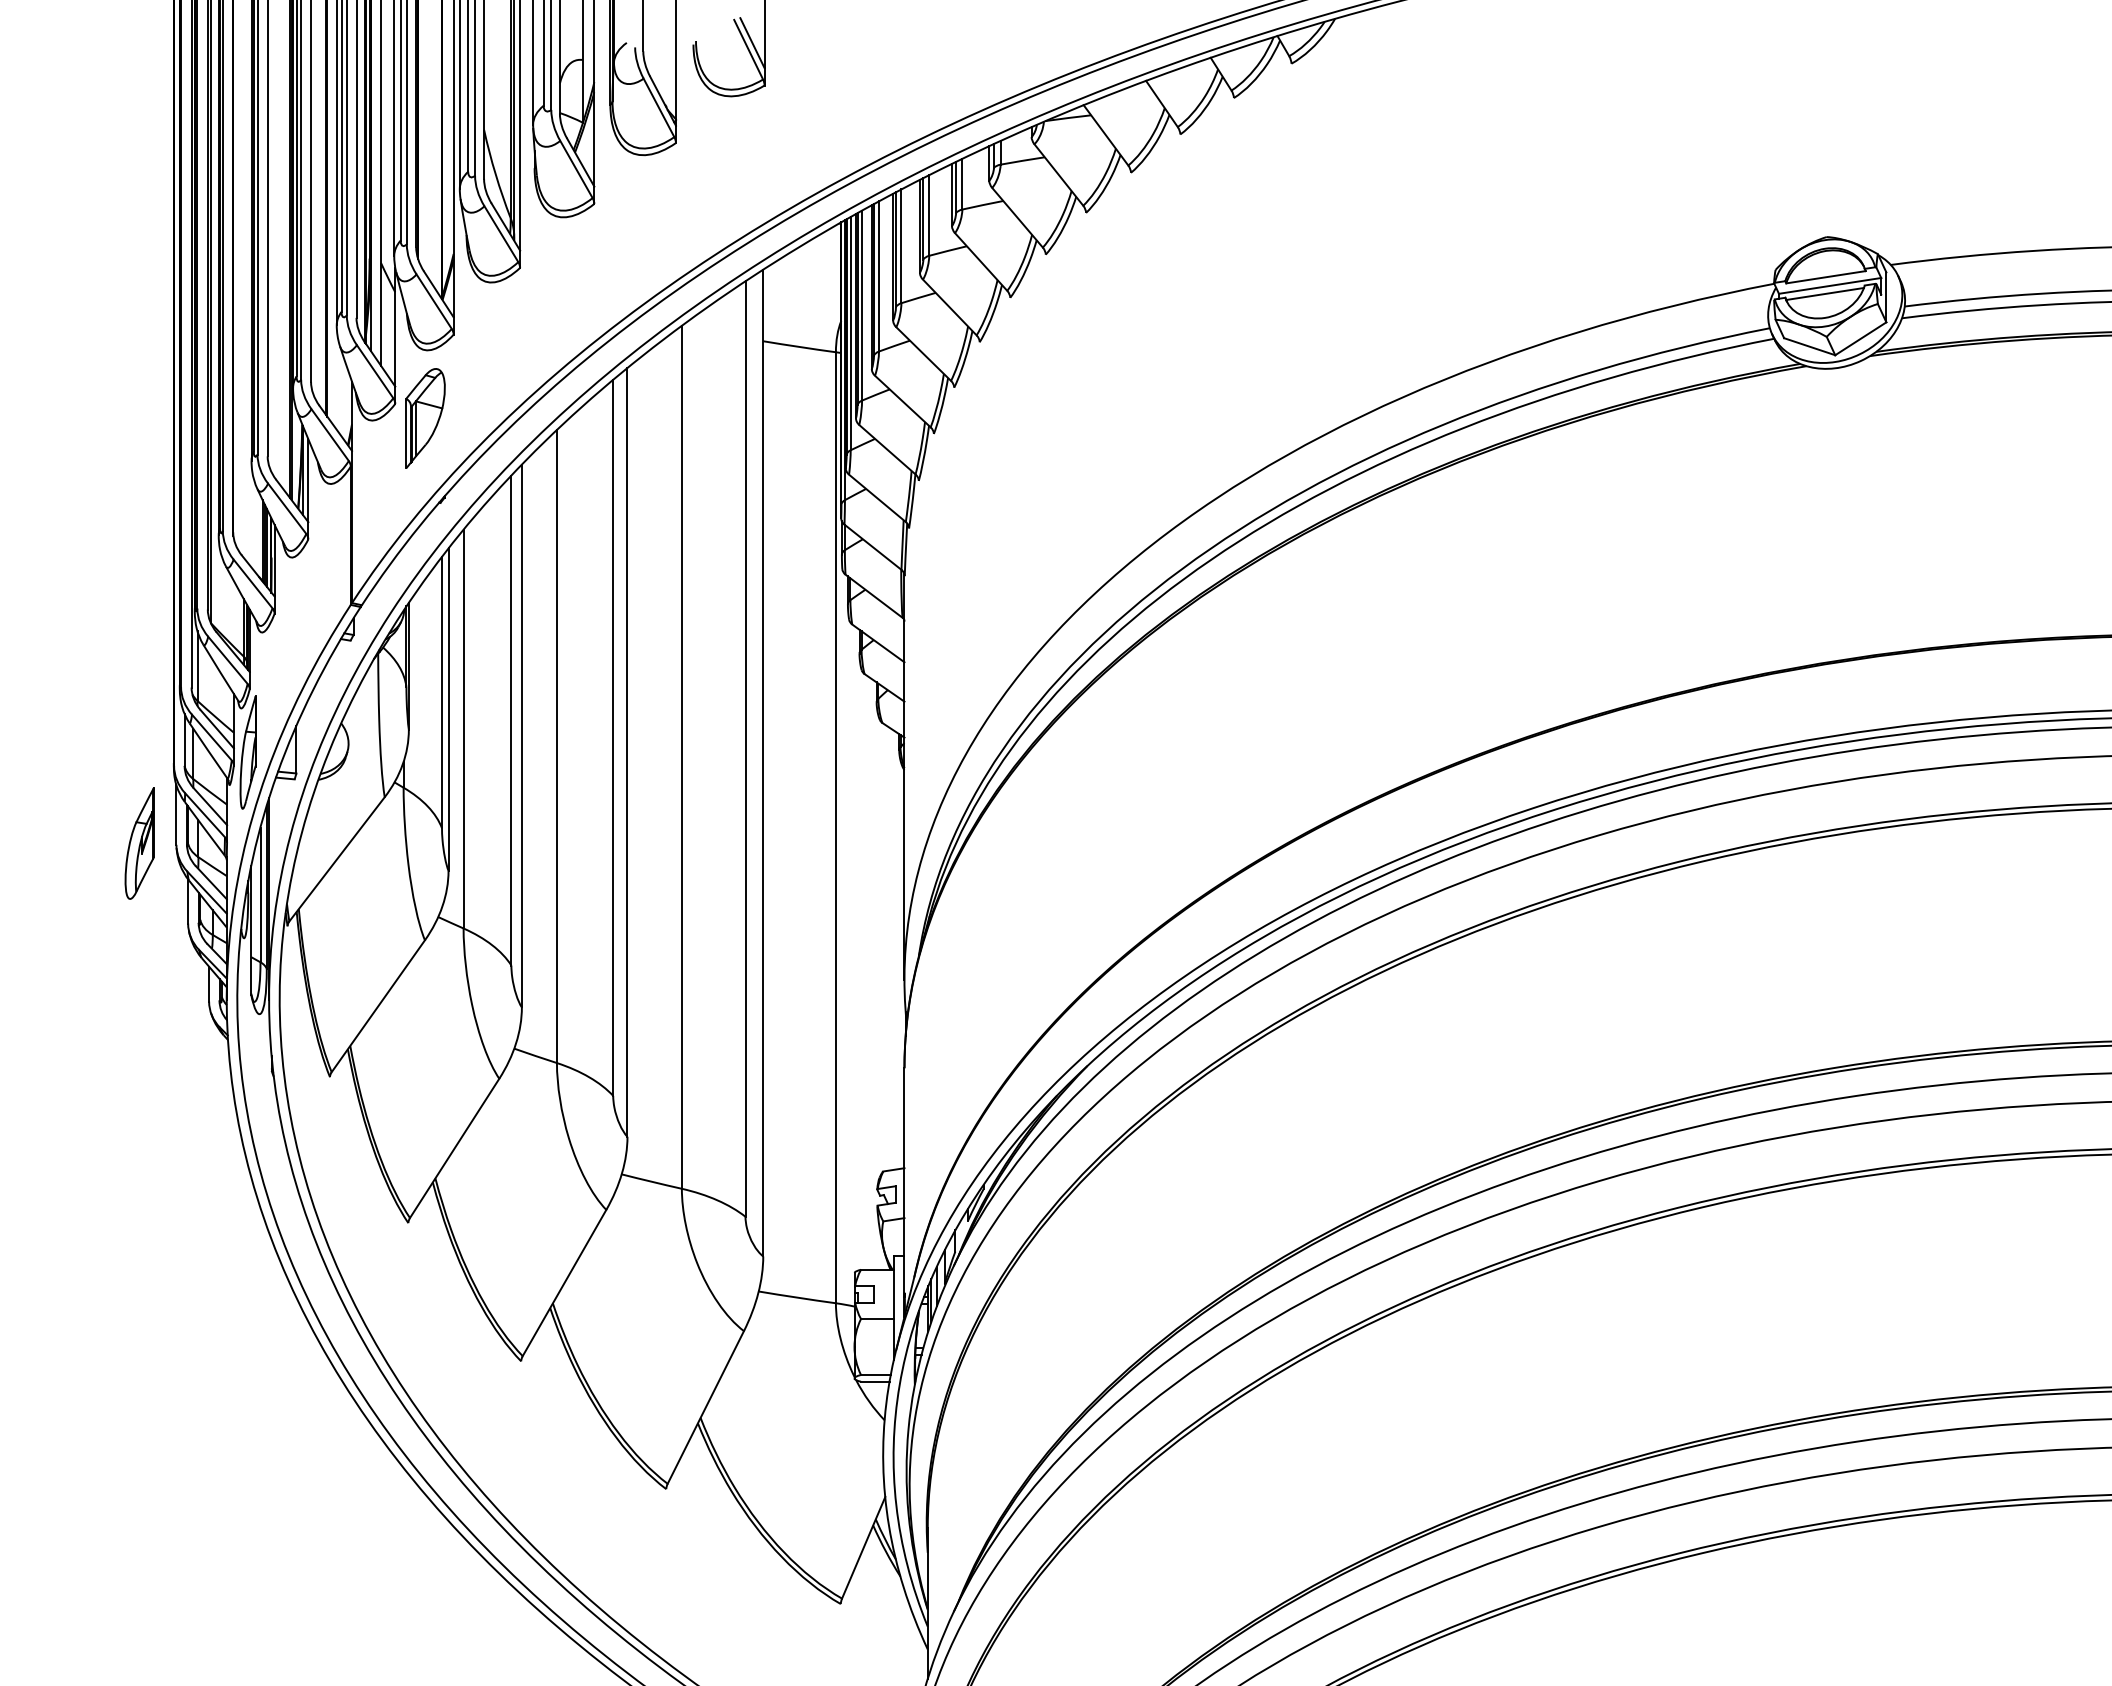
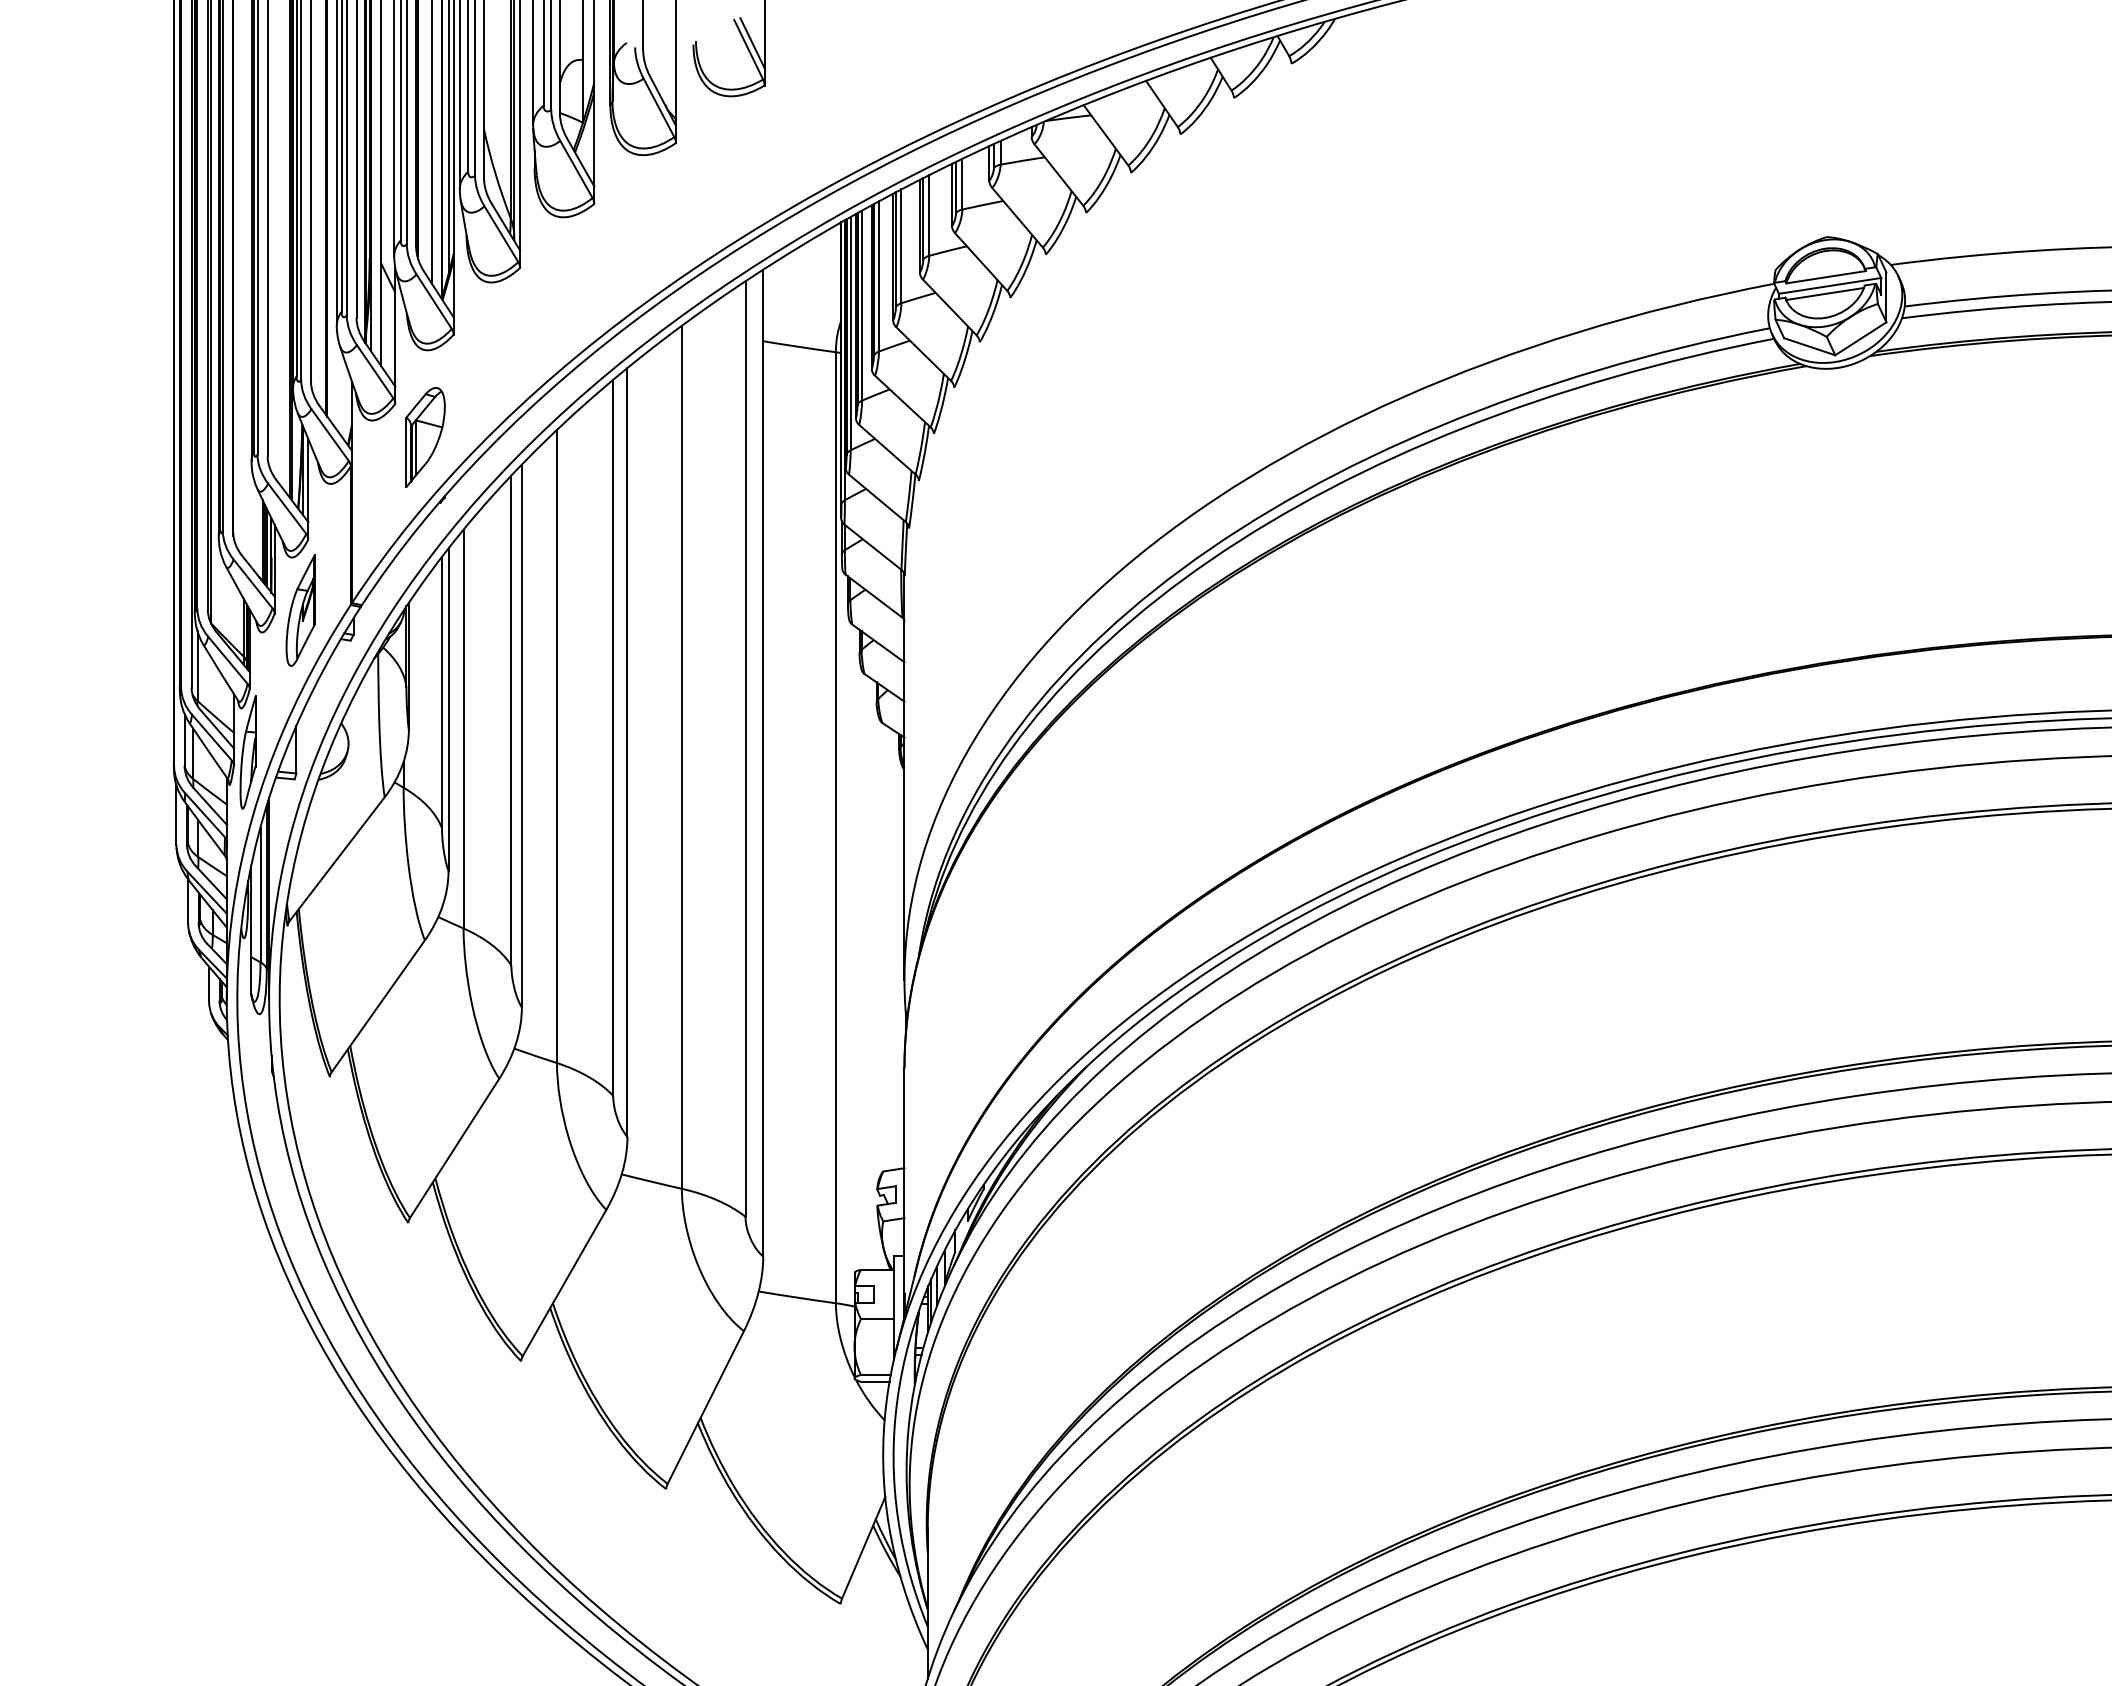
line at (448, 138): none -> present
line at (432, 143): none -> present
part at (425, 418) position: (425, 418) -> (425, 437)
part at (139, 843) position: (139, 843) -> (300, 610)
